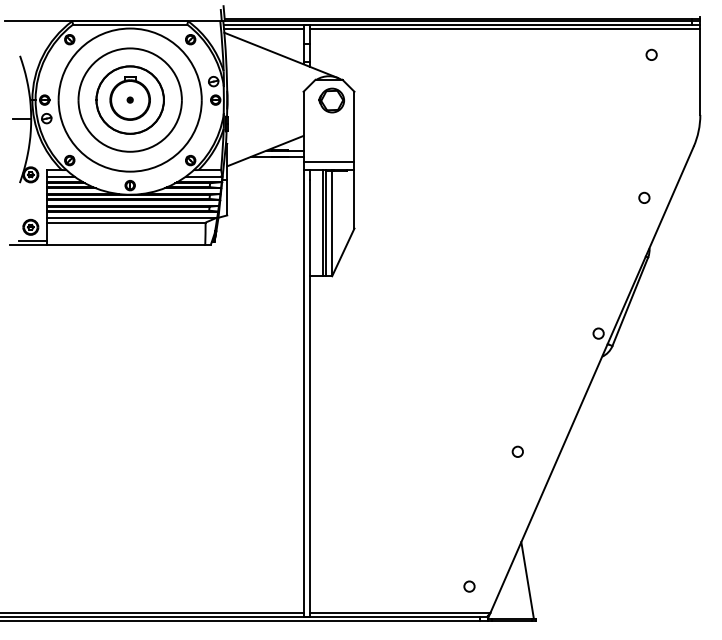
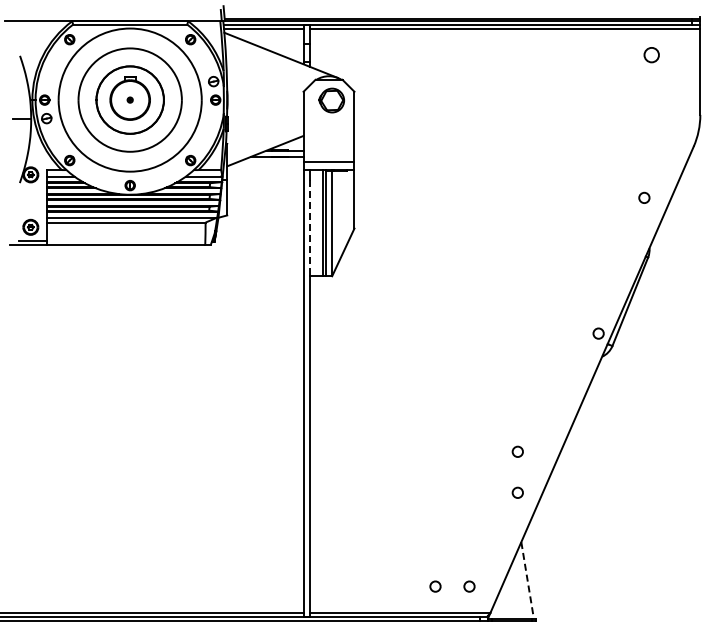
circle at (651, 54) size: 13x13 px -> 17x17 px
line at (309, 228): solid -> dashed
circle at (517, 492): none -> present
line at (527, 580): solid -> dashed
circle at (435, 586): none -> present
